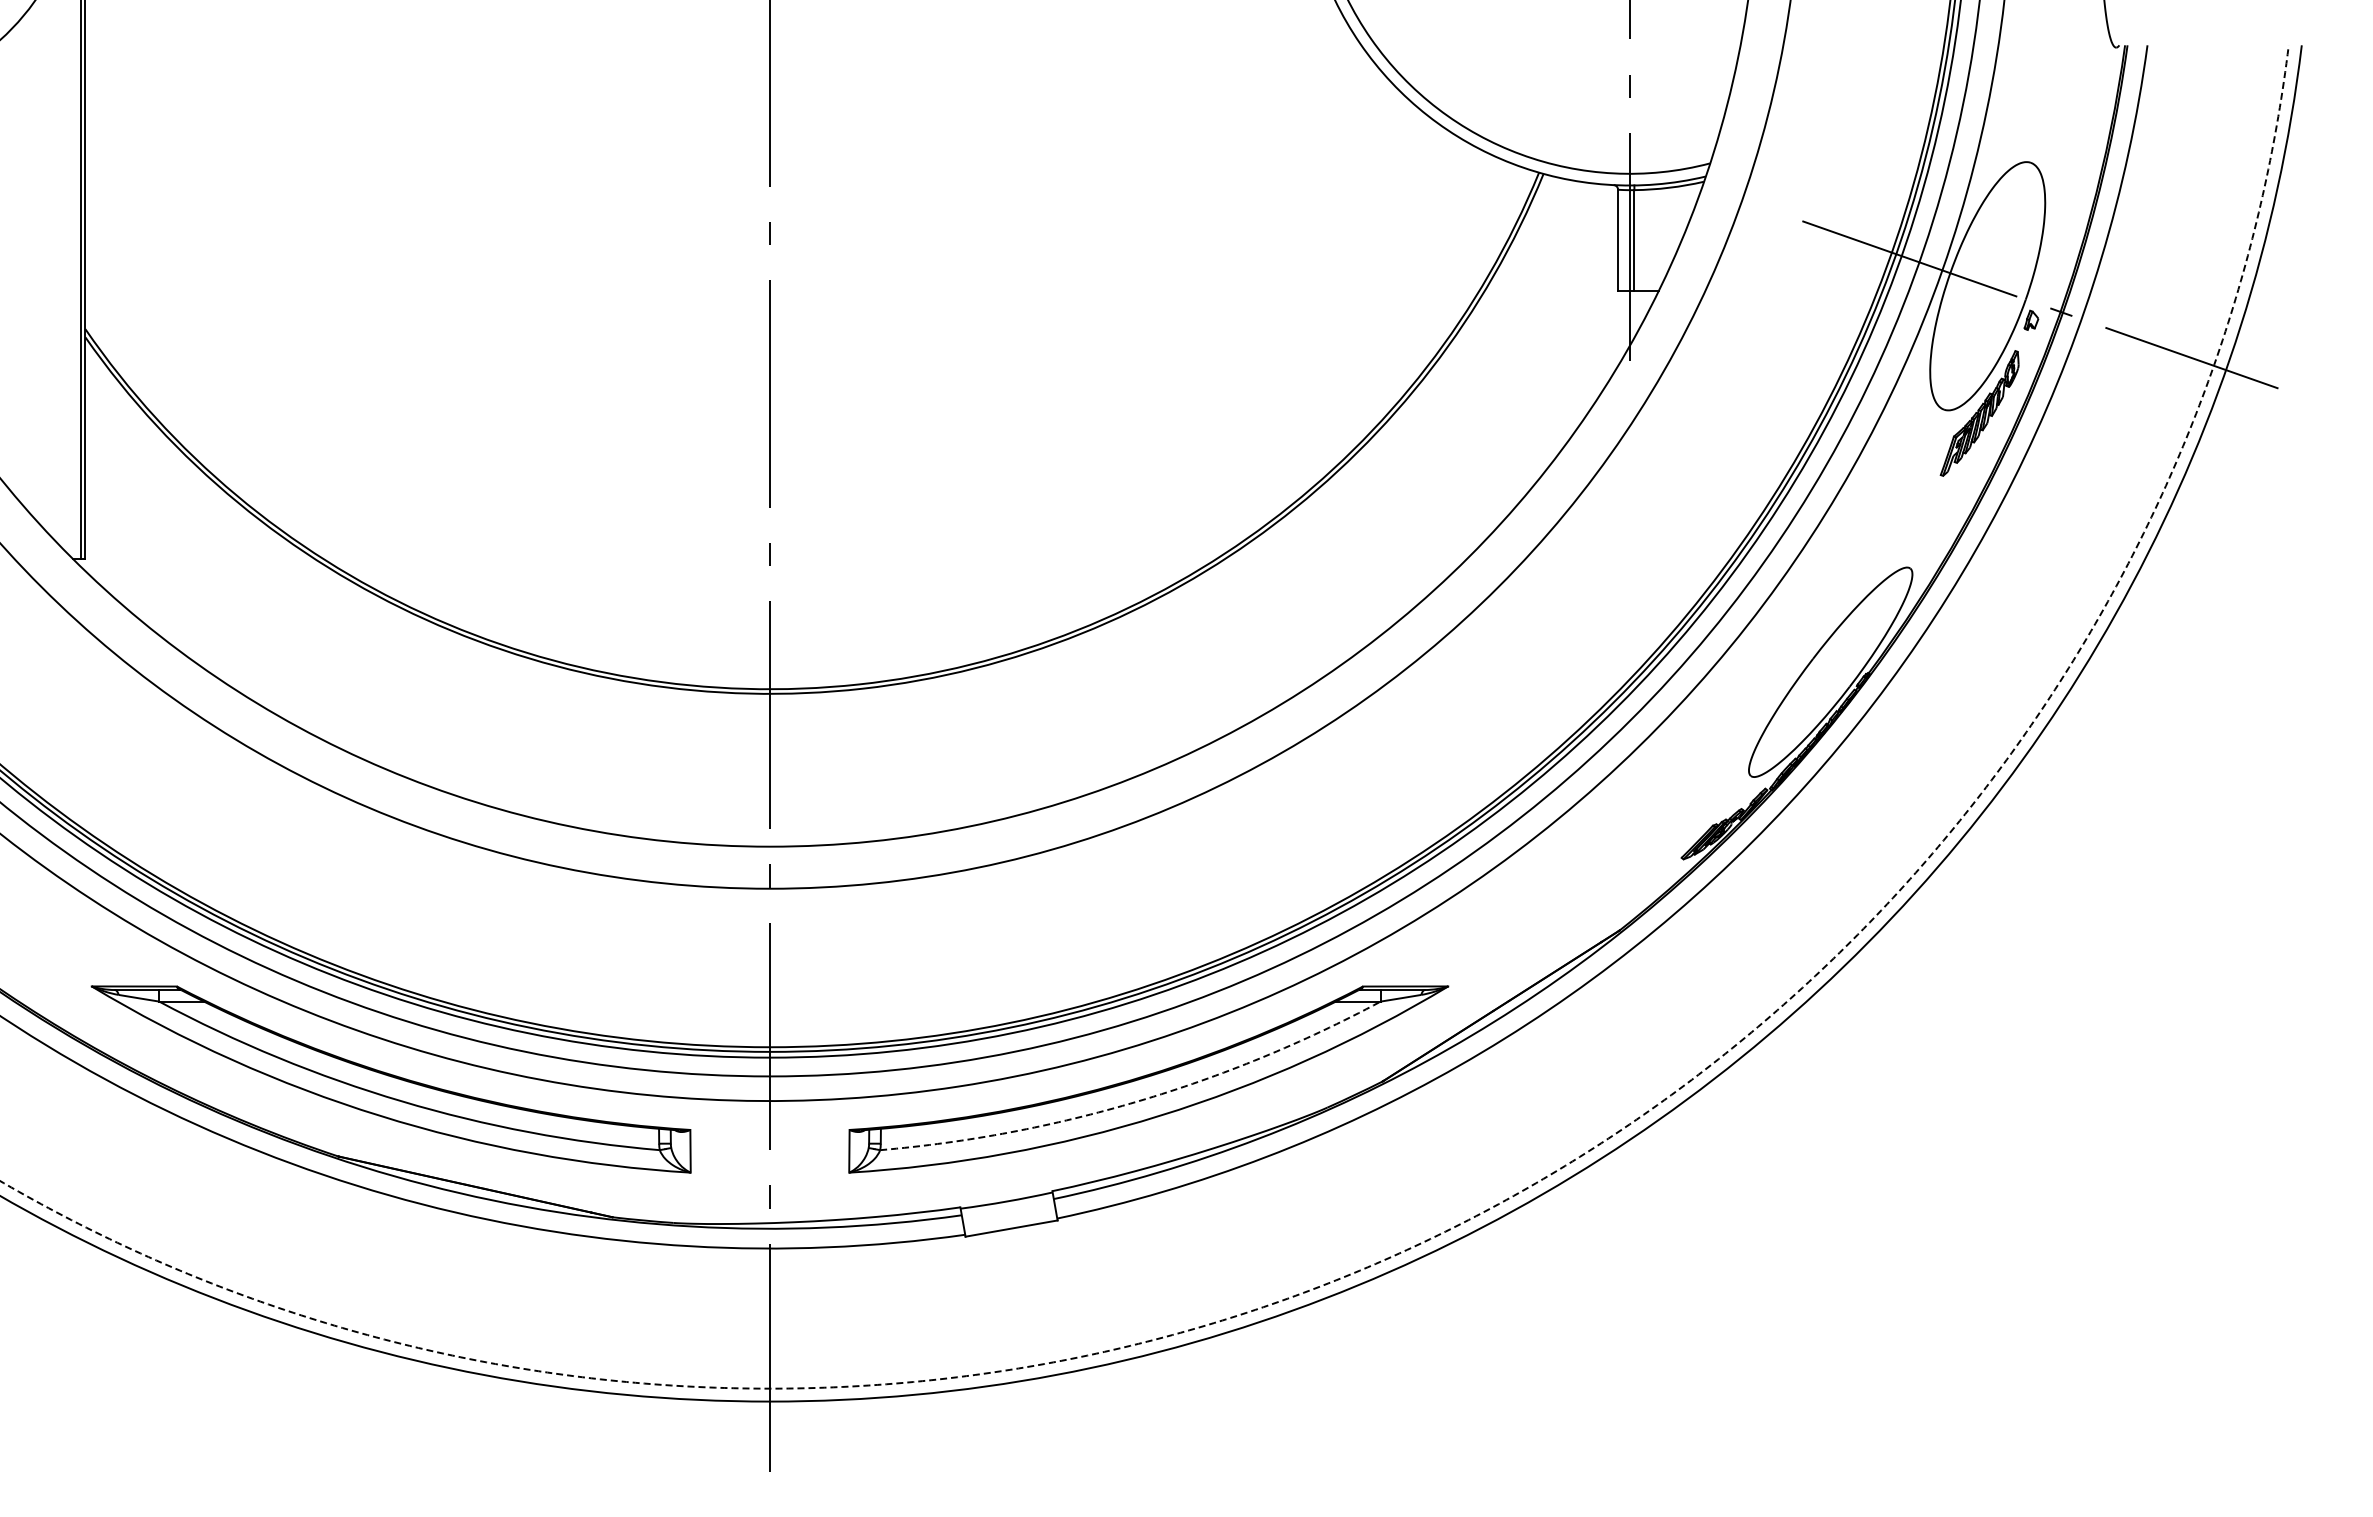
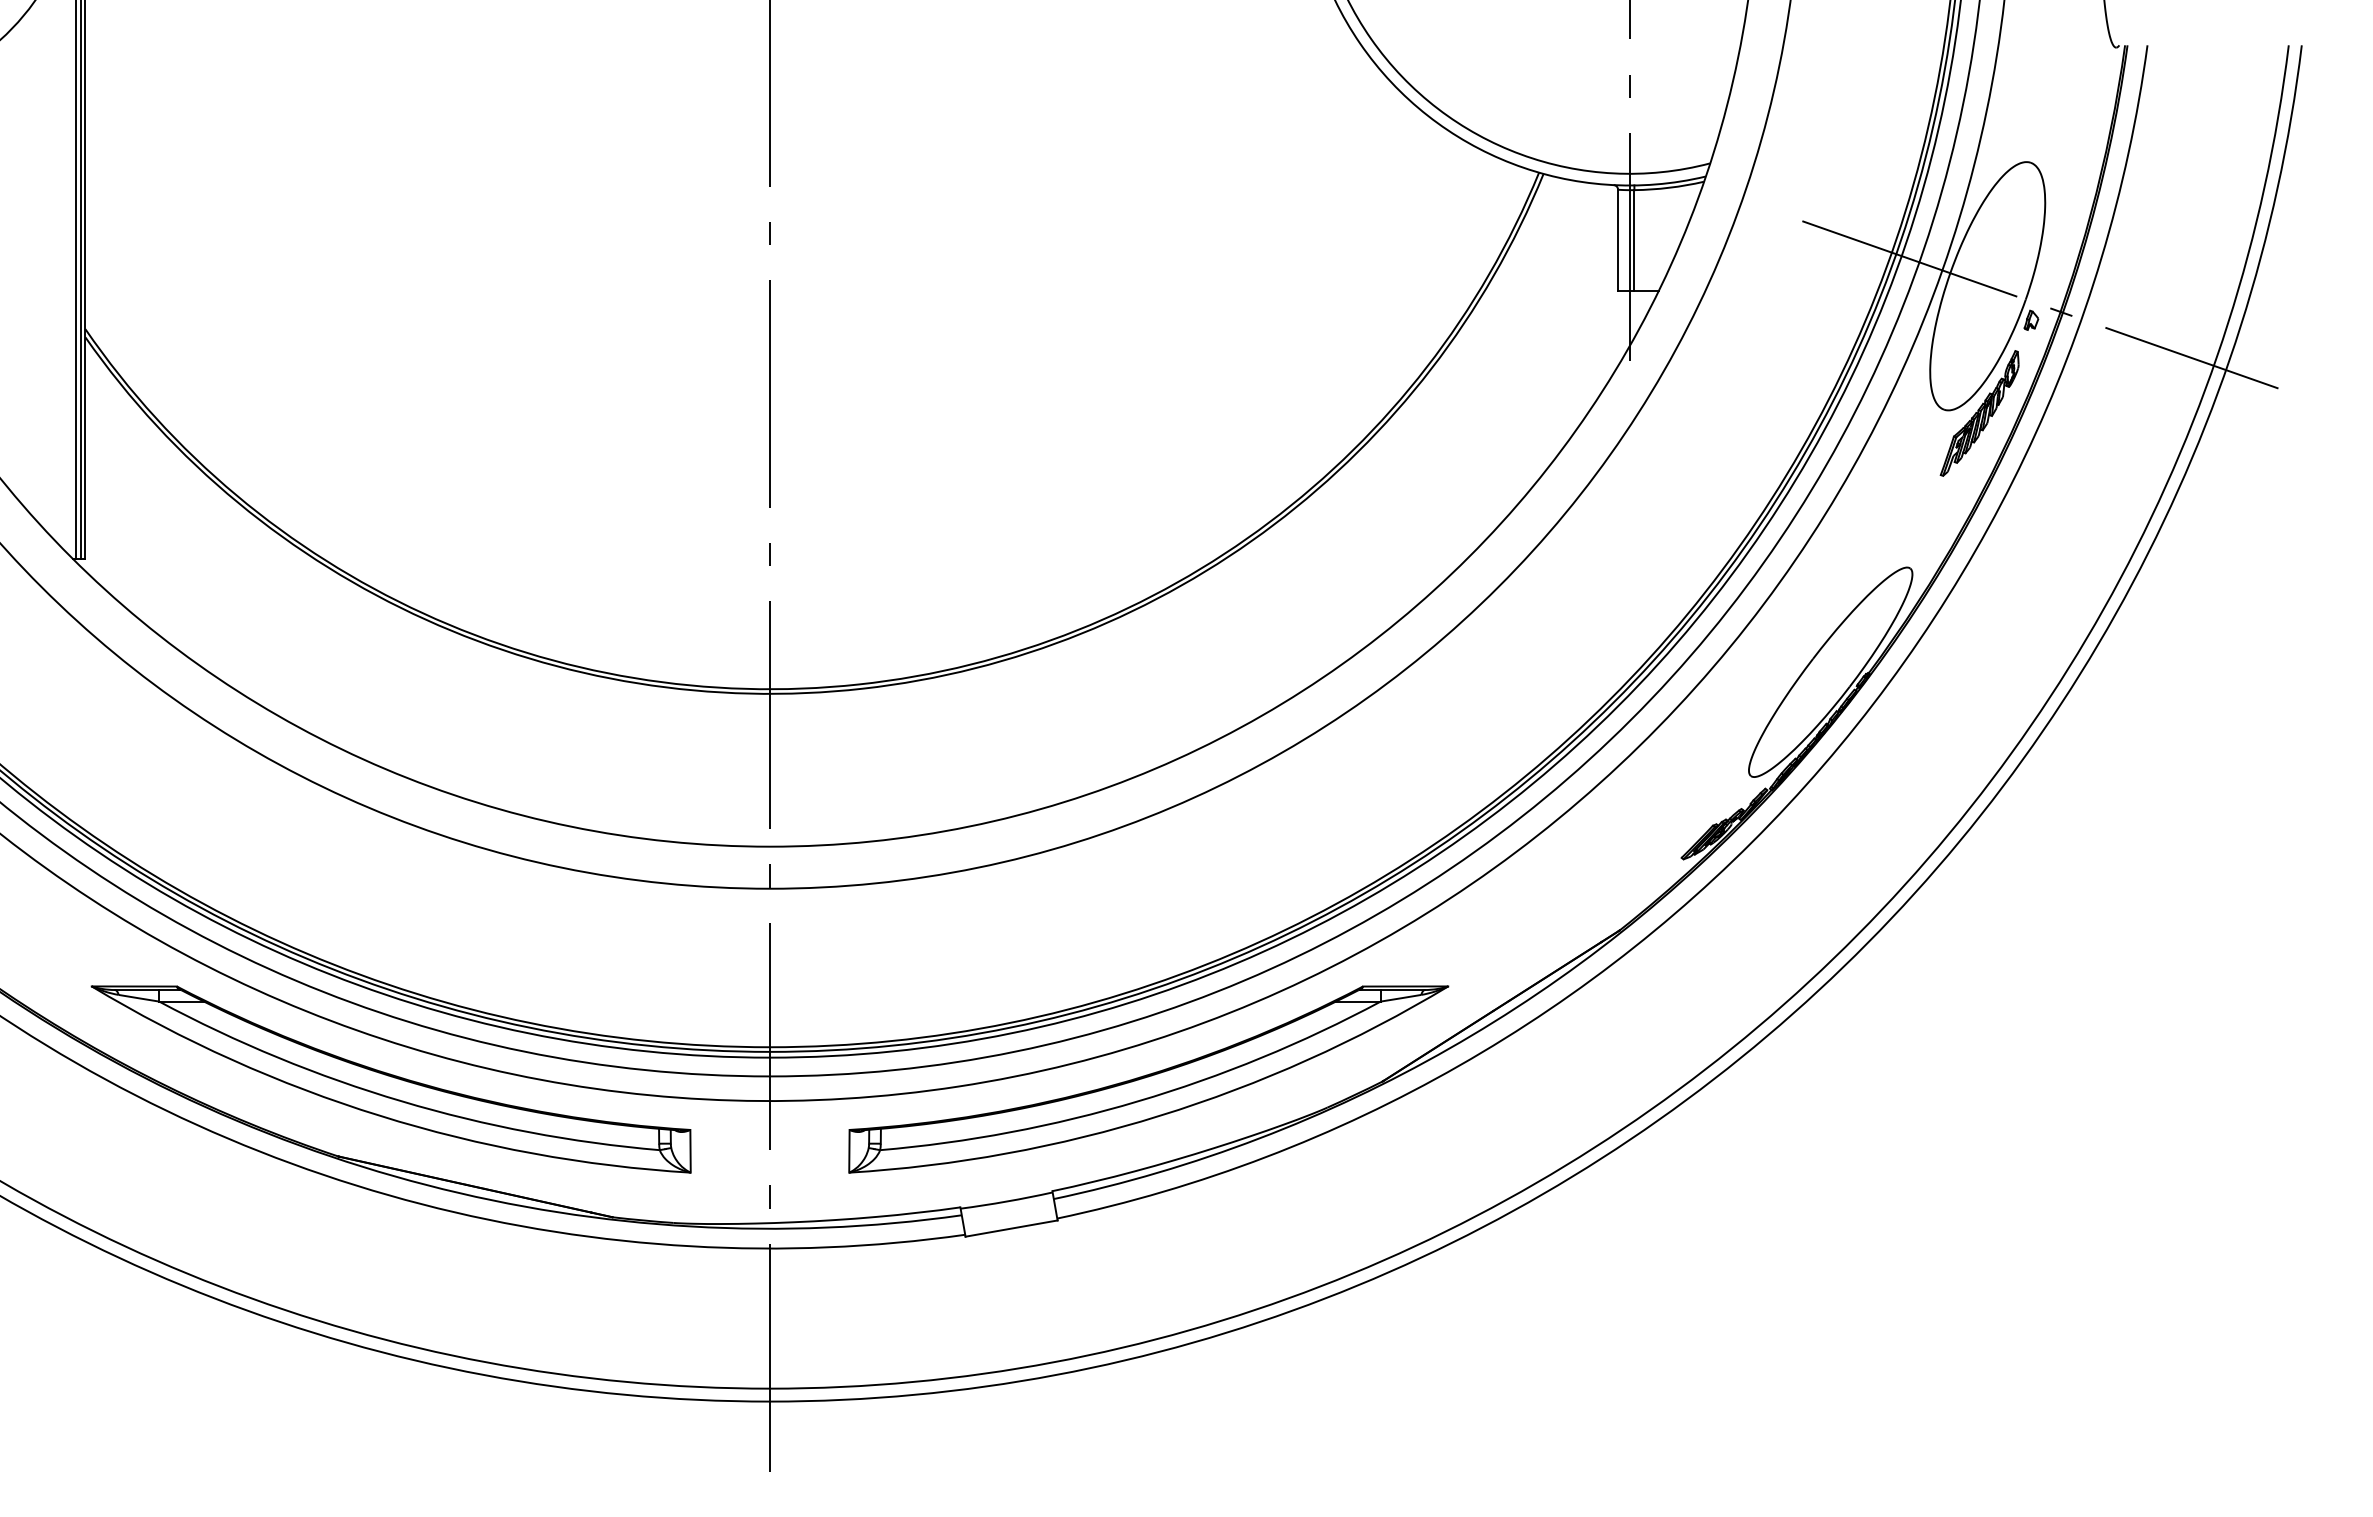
line at (76, 280): none -> present
arc at (1138, 1101): dashed -> solid
arc at (1450, 1229): dashed -> solid
